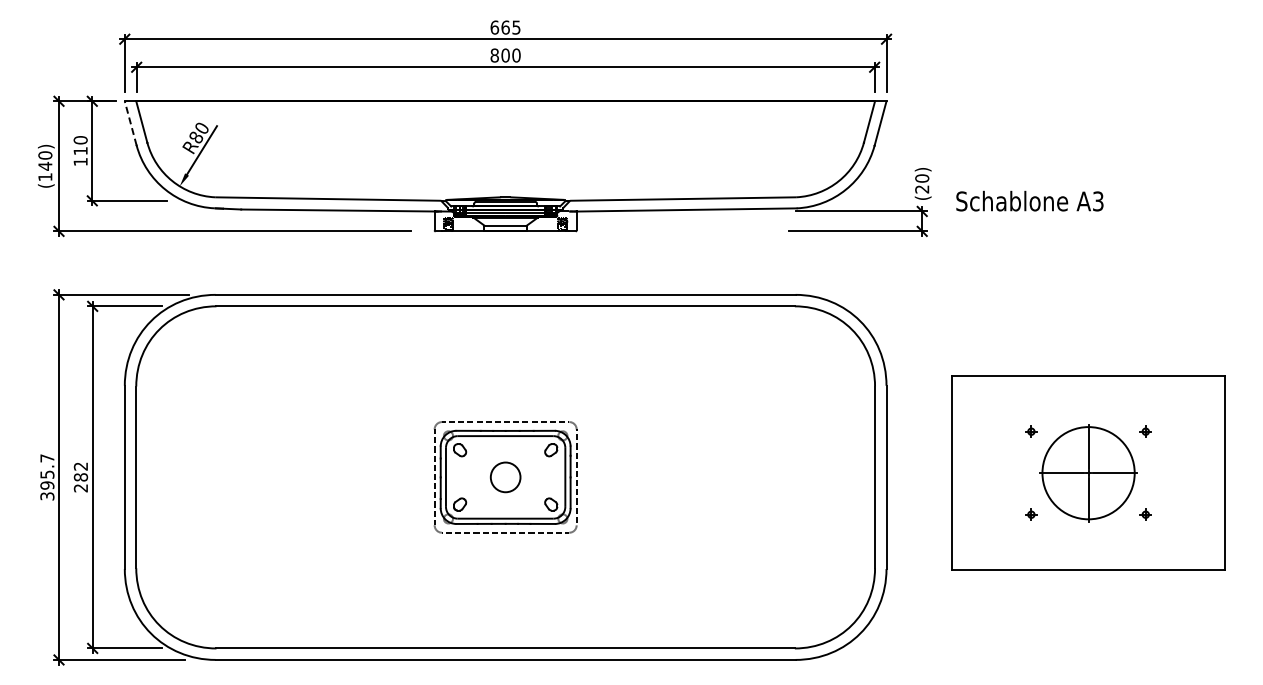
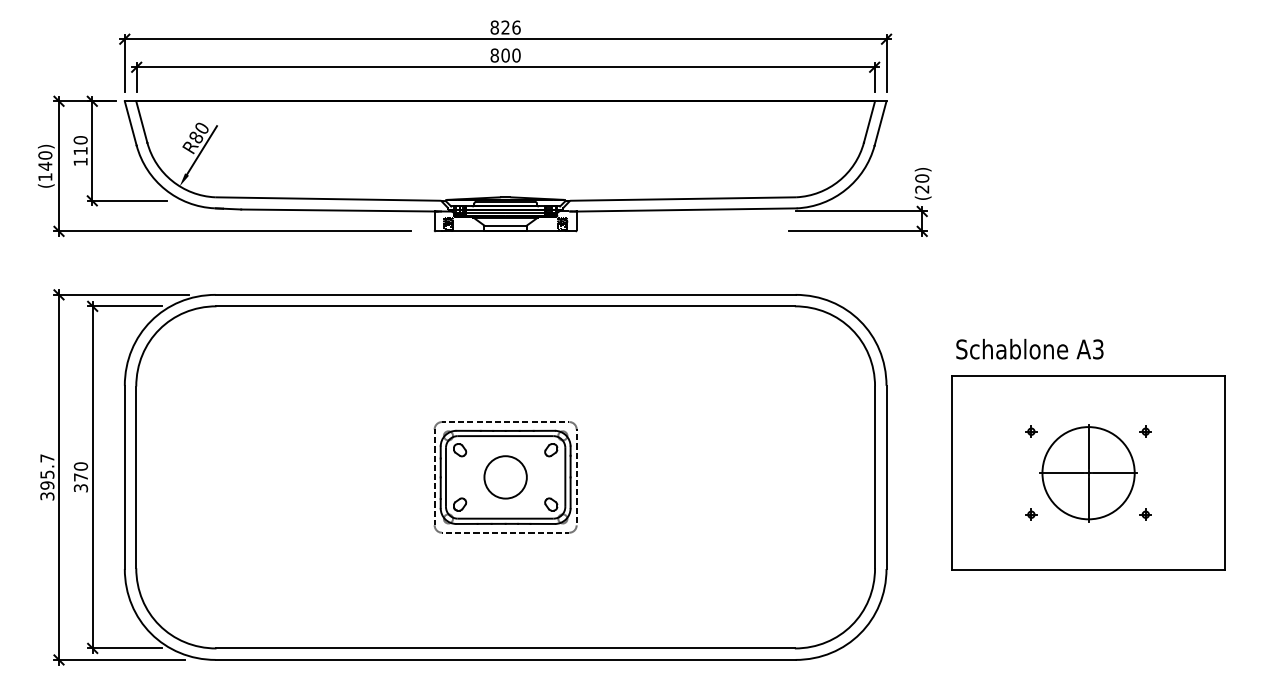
text at (505, 27): 665 -> 826
line at (130, 123): dashed -> solid
text at (1029, 200) position: (1029, 200) -> (1029, 348)
text at (80, 477): 282 -> 370
circle at (505, 477) diameter: 30 px -> 42 px
